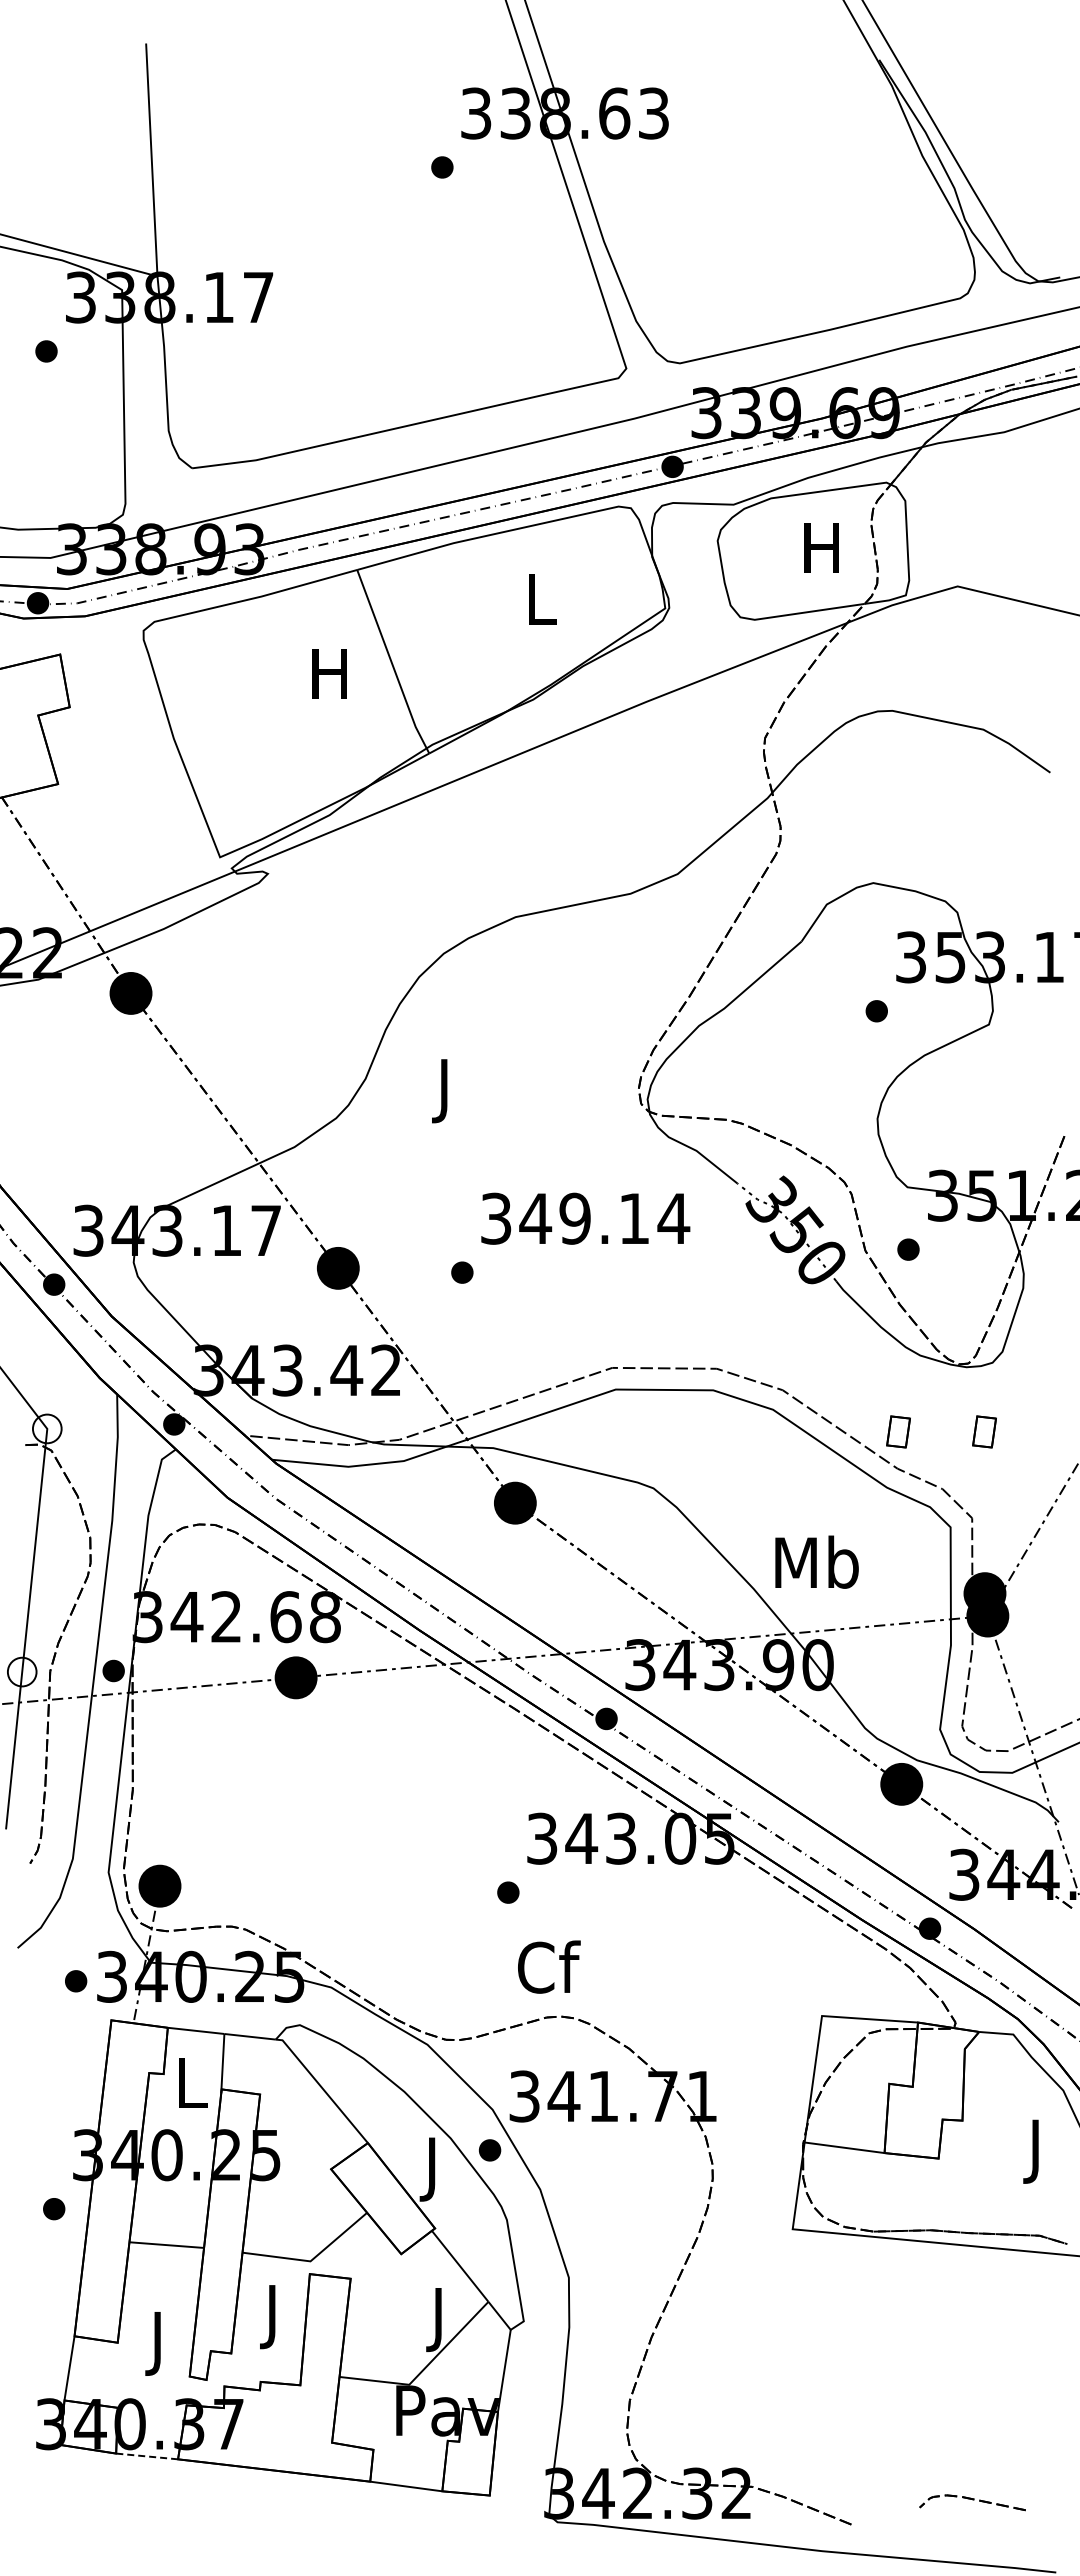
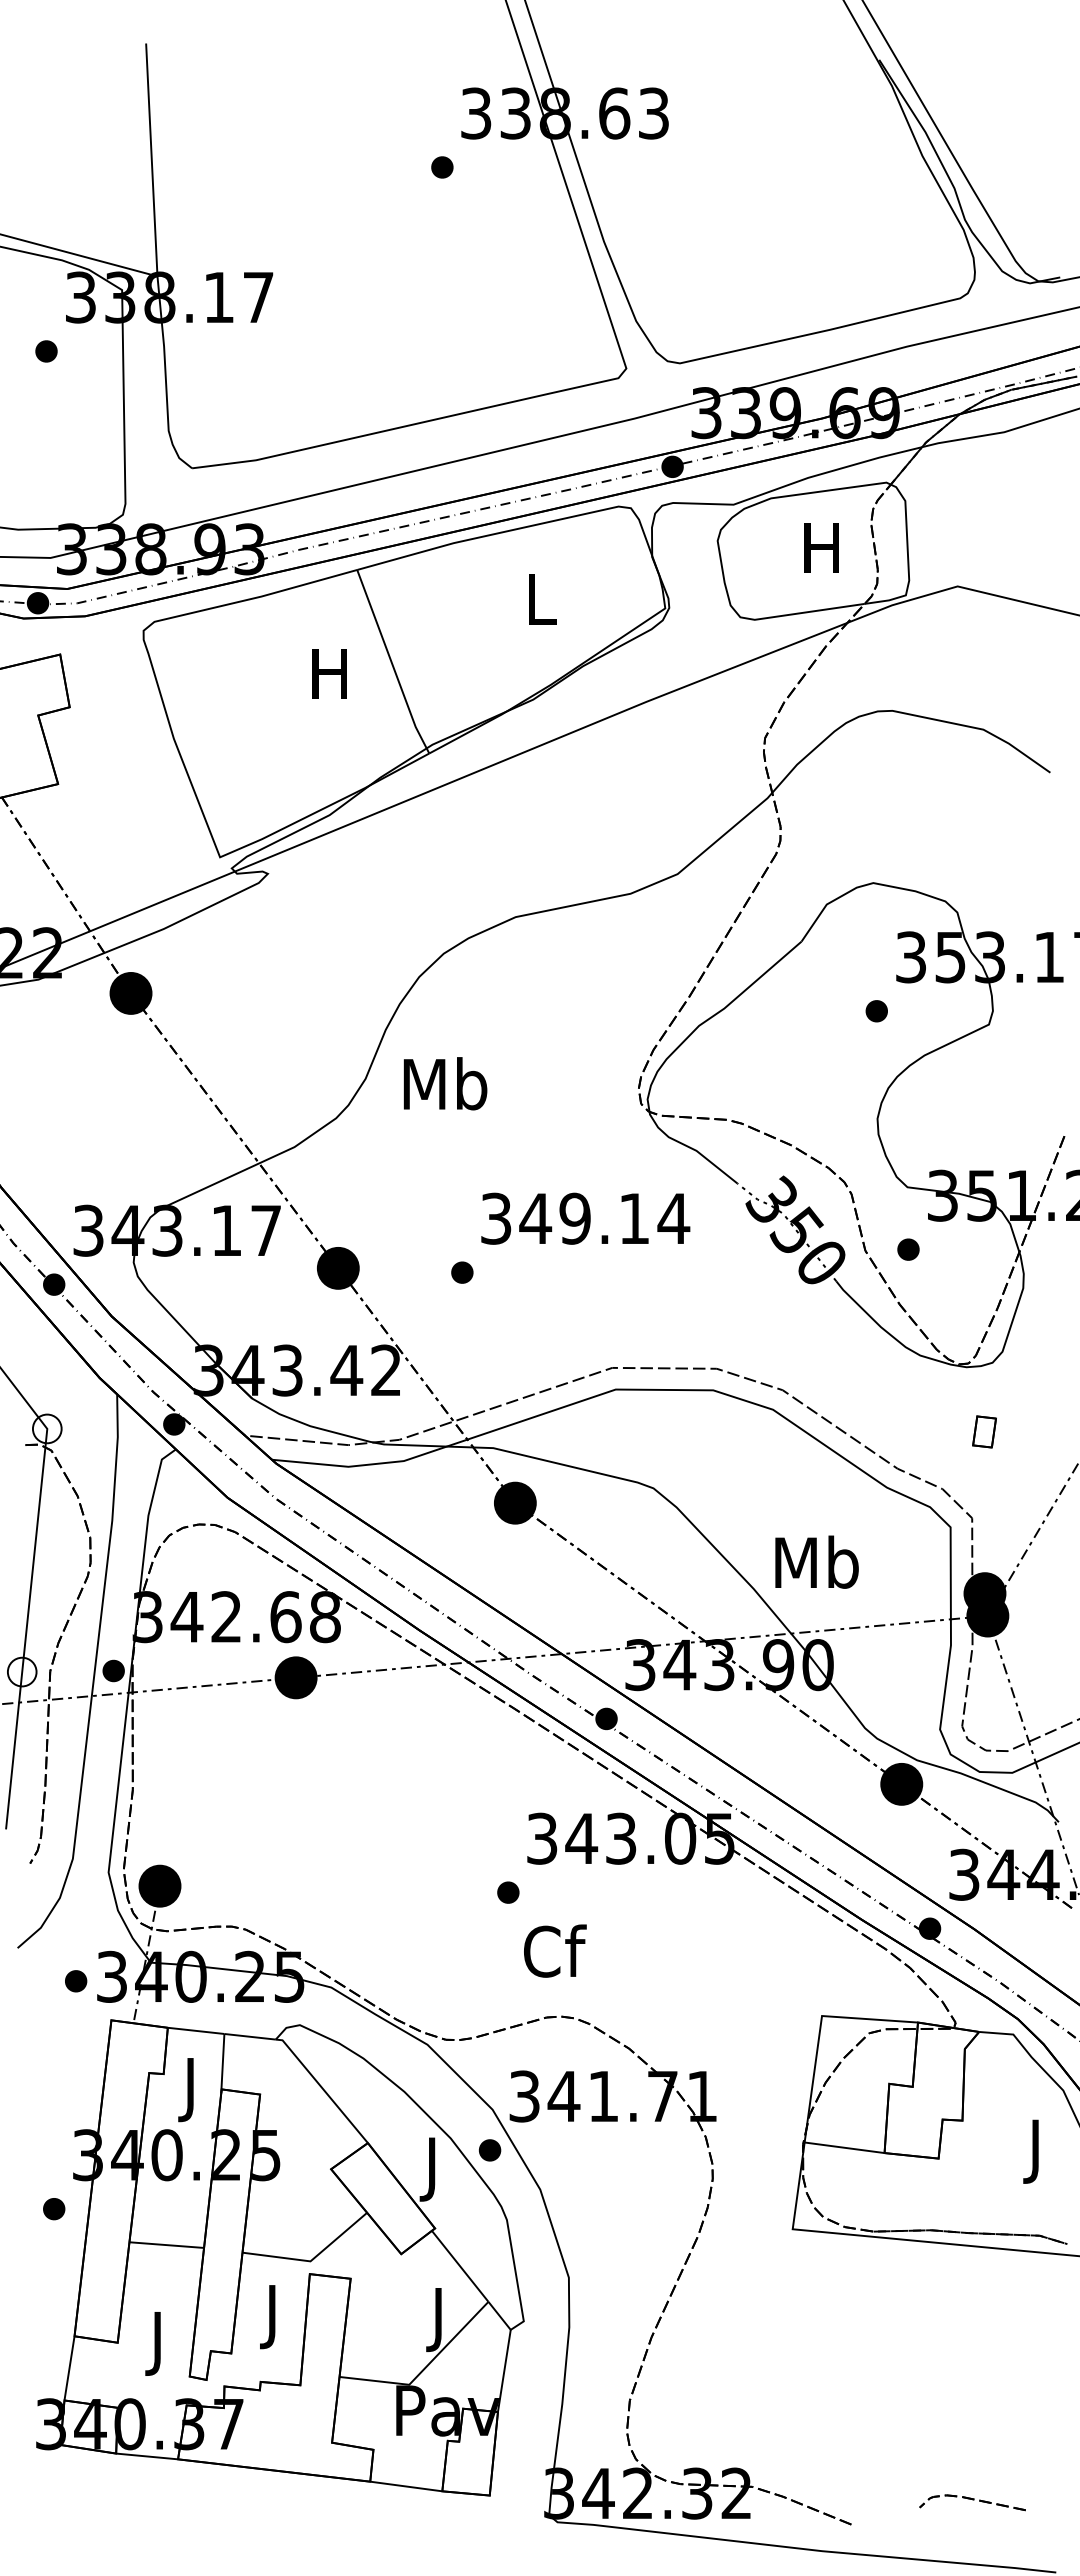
text at (445, 1090): J -> Mb
part at (898, 1431): present -> none
text at (549, 1966) position: (549, 1966) -> (555, 1950)
text at (192, 2090): L -> J
line at (146, 2456): dashed -> solid
